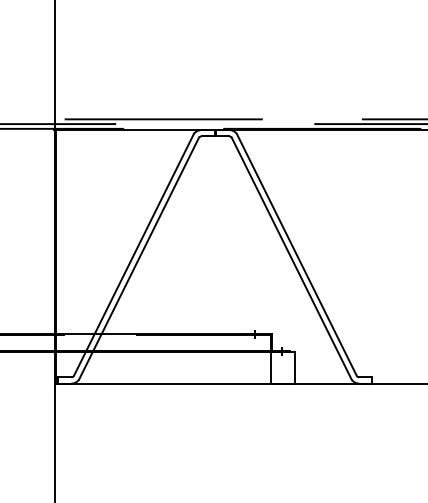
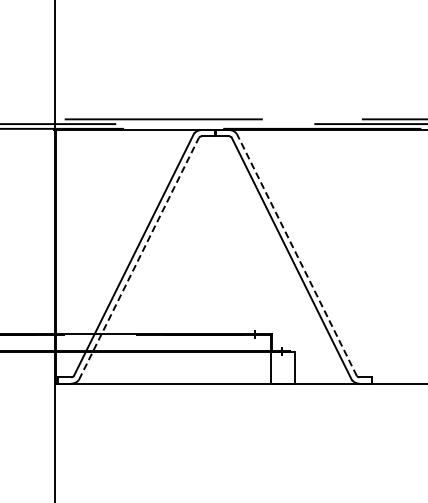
line at (296, 254): solid -> dashed
line at (139, 258): solid -> dashed
